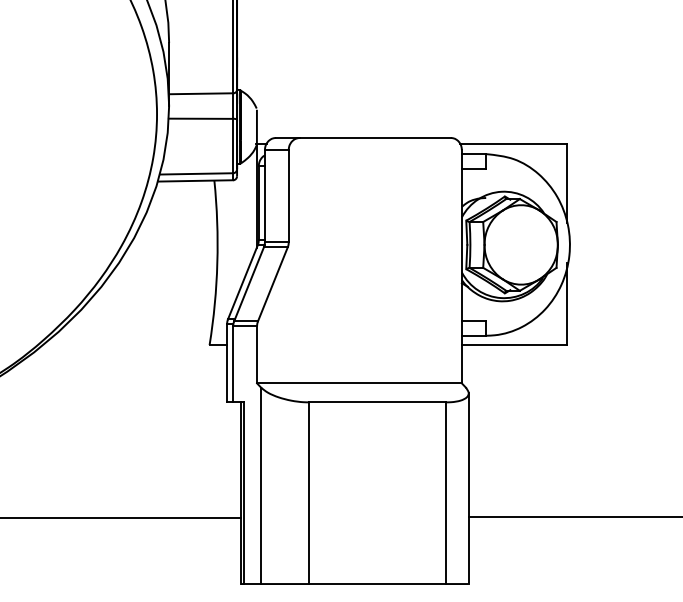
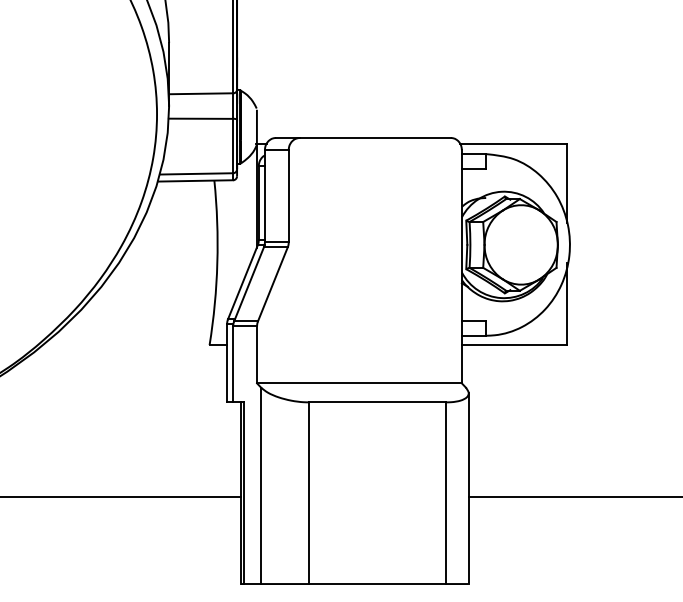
line at (573, 517) position: (573, 517) -> (573, 497)
line at (121, 518) position: (121, 518) -> (121, 497)
